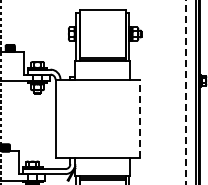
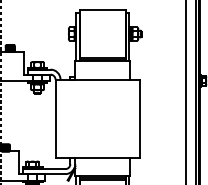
line at (186, 92): dashed -> solid
line at (140, 118): dashed -> solid
